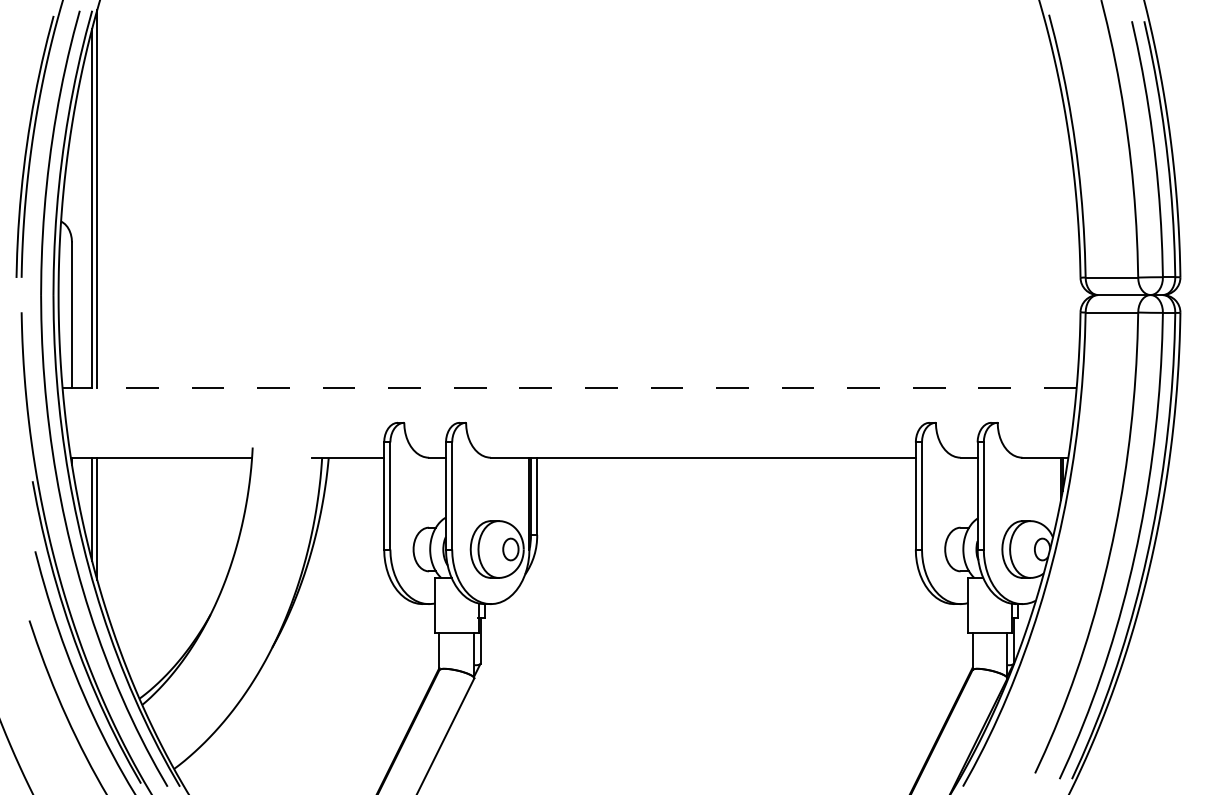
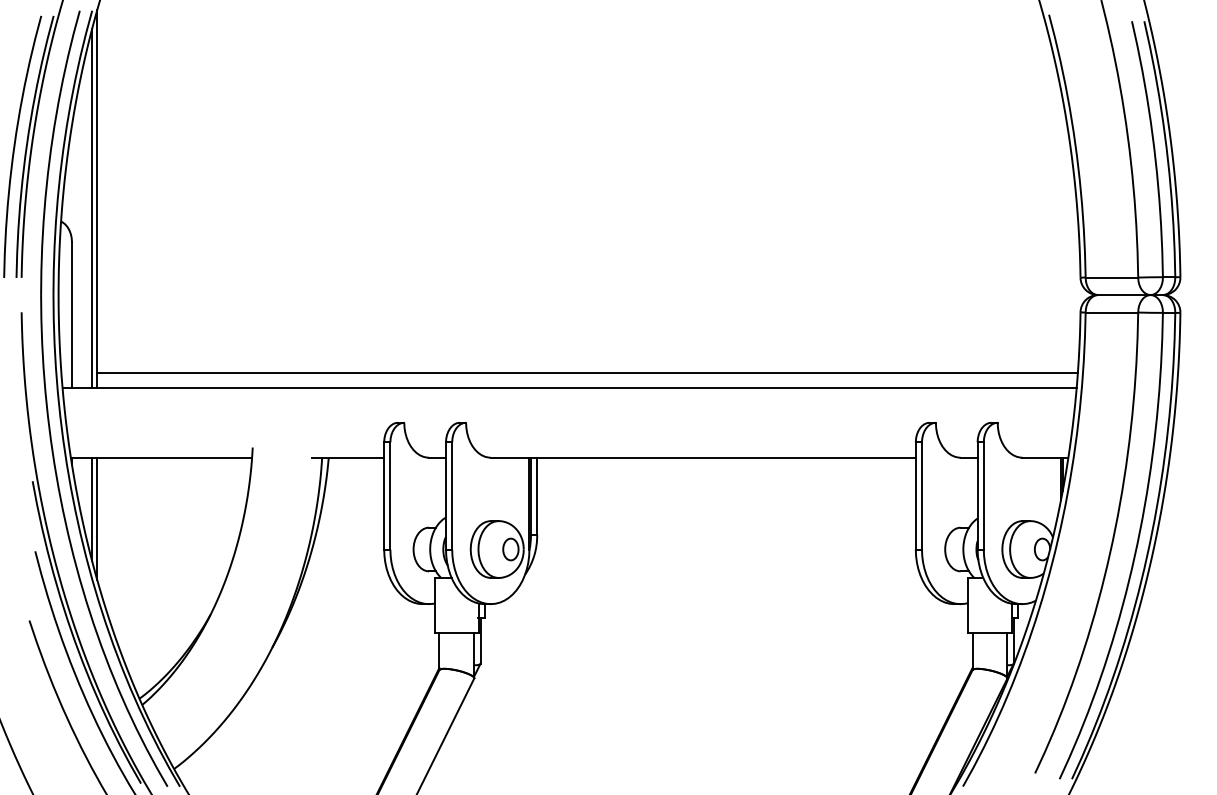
curve at (15, 146): none -> present
line at (587, 373): none -> present
line at (569, 387): dashed -> solid
